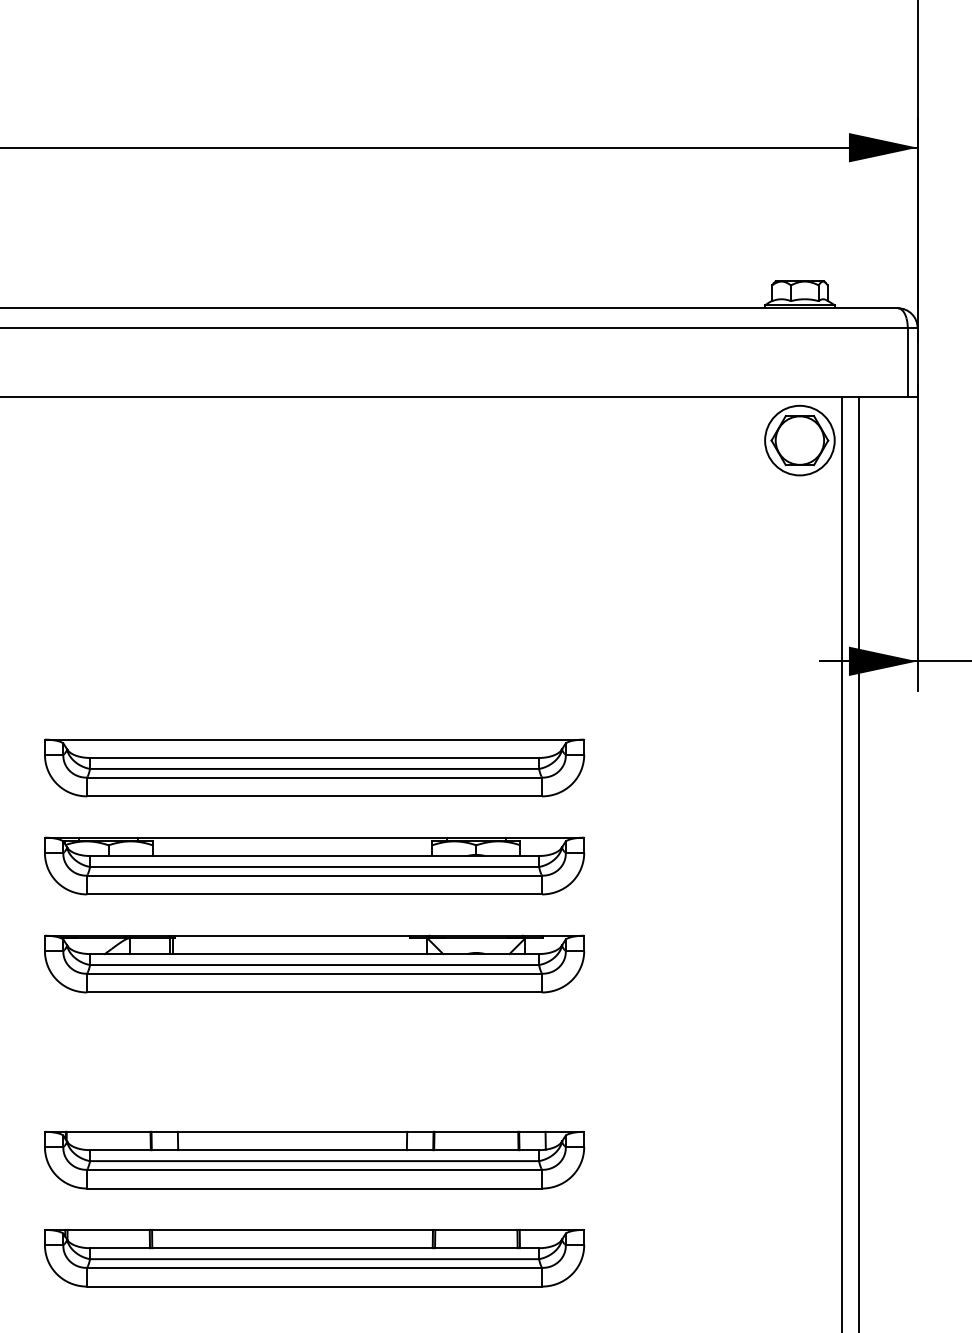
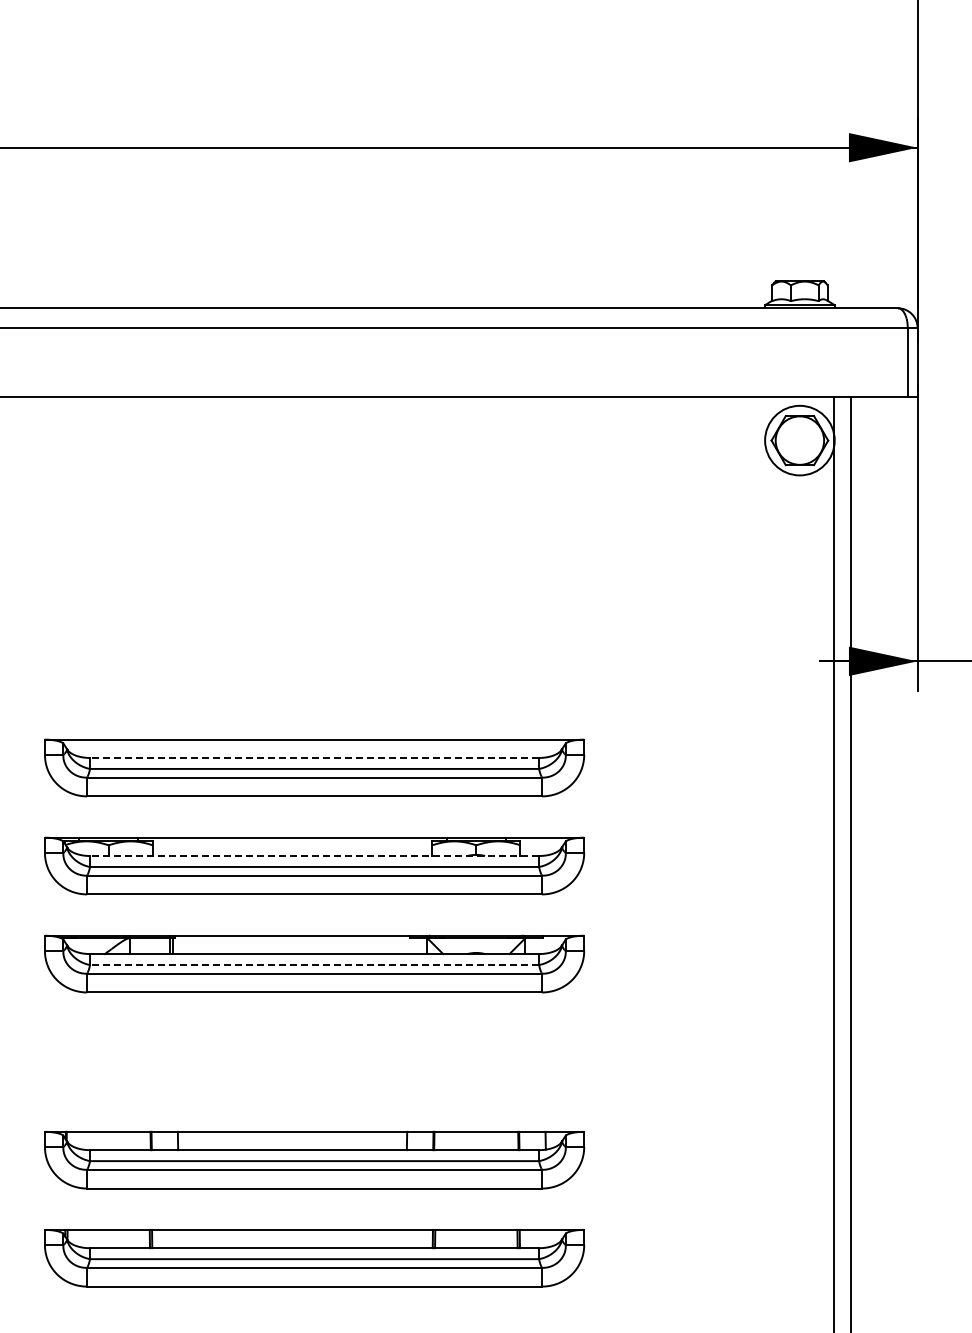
line at (314, 757): solid -> dashed
line at (314, 856): solid -> dashed
line at (841, 862) position: (841, 862) -> (833, 862)
line at (858, 862) position: (858, 862) -> (850, 862)
line at (314, 965): solid -> dashed
